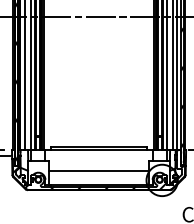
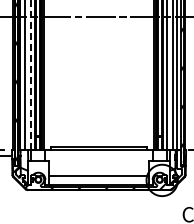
line at (30, 75): solid -> dashed
line at (98, 171) position: (98, 171) -> (98, 176)
